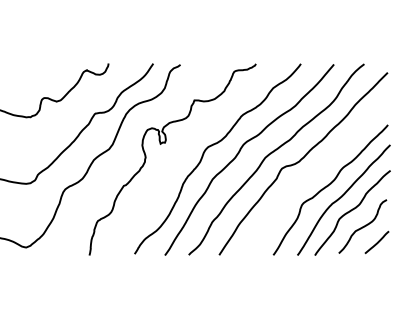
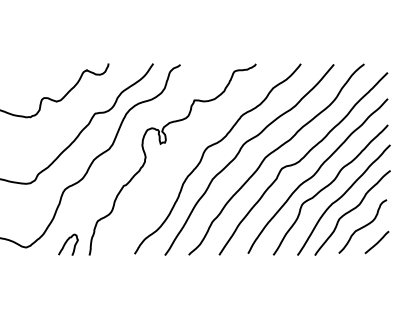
curve at (315, 175): none -> present
curve at (66, 243): none -> present
